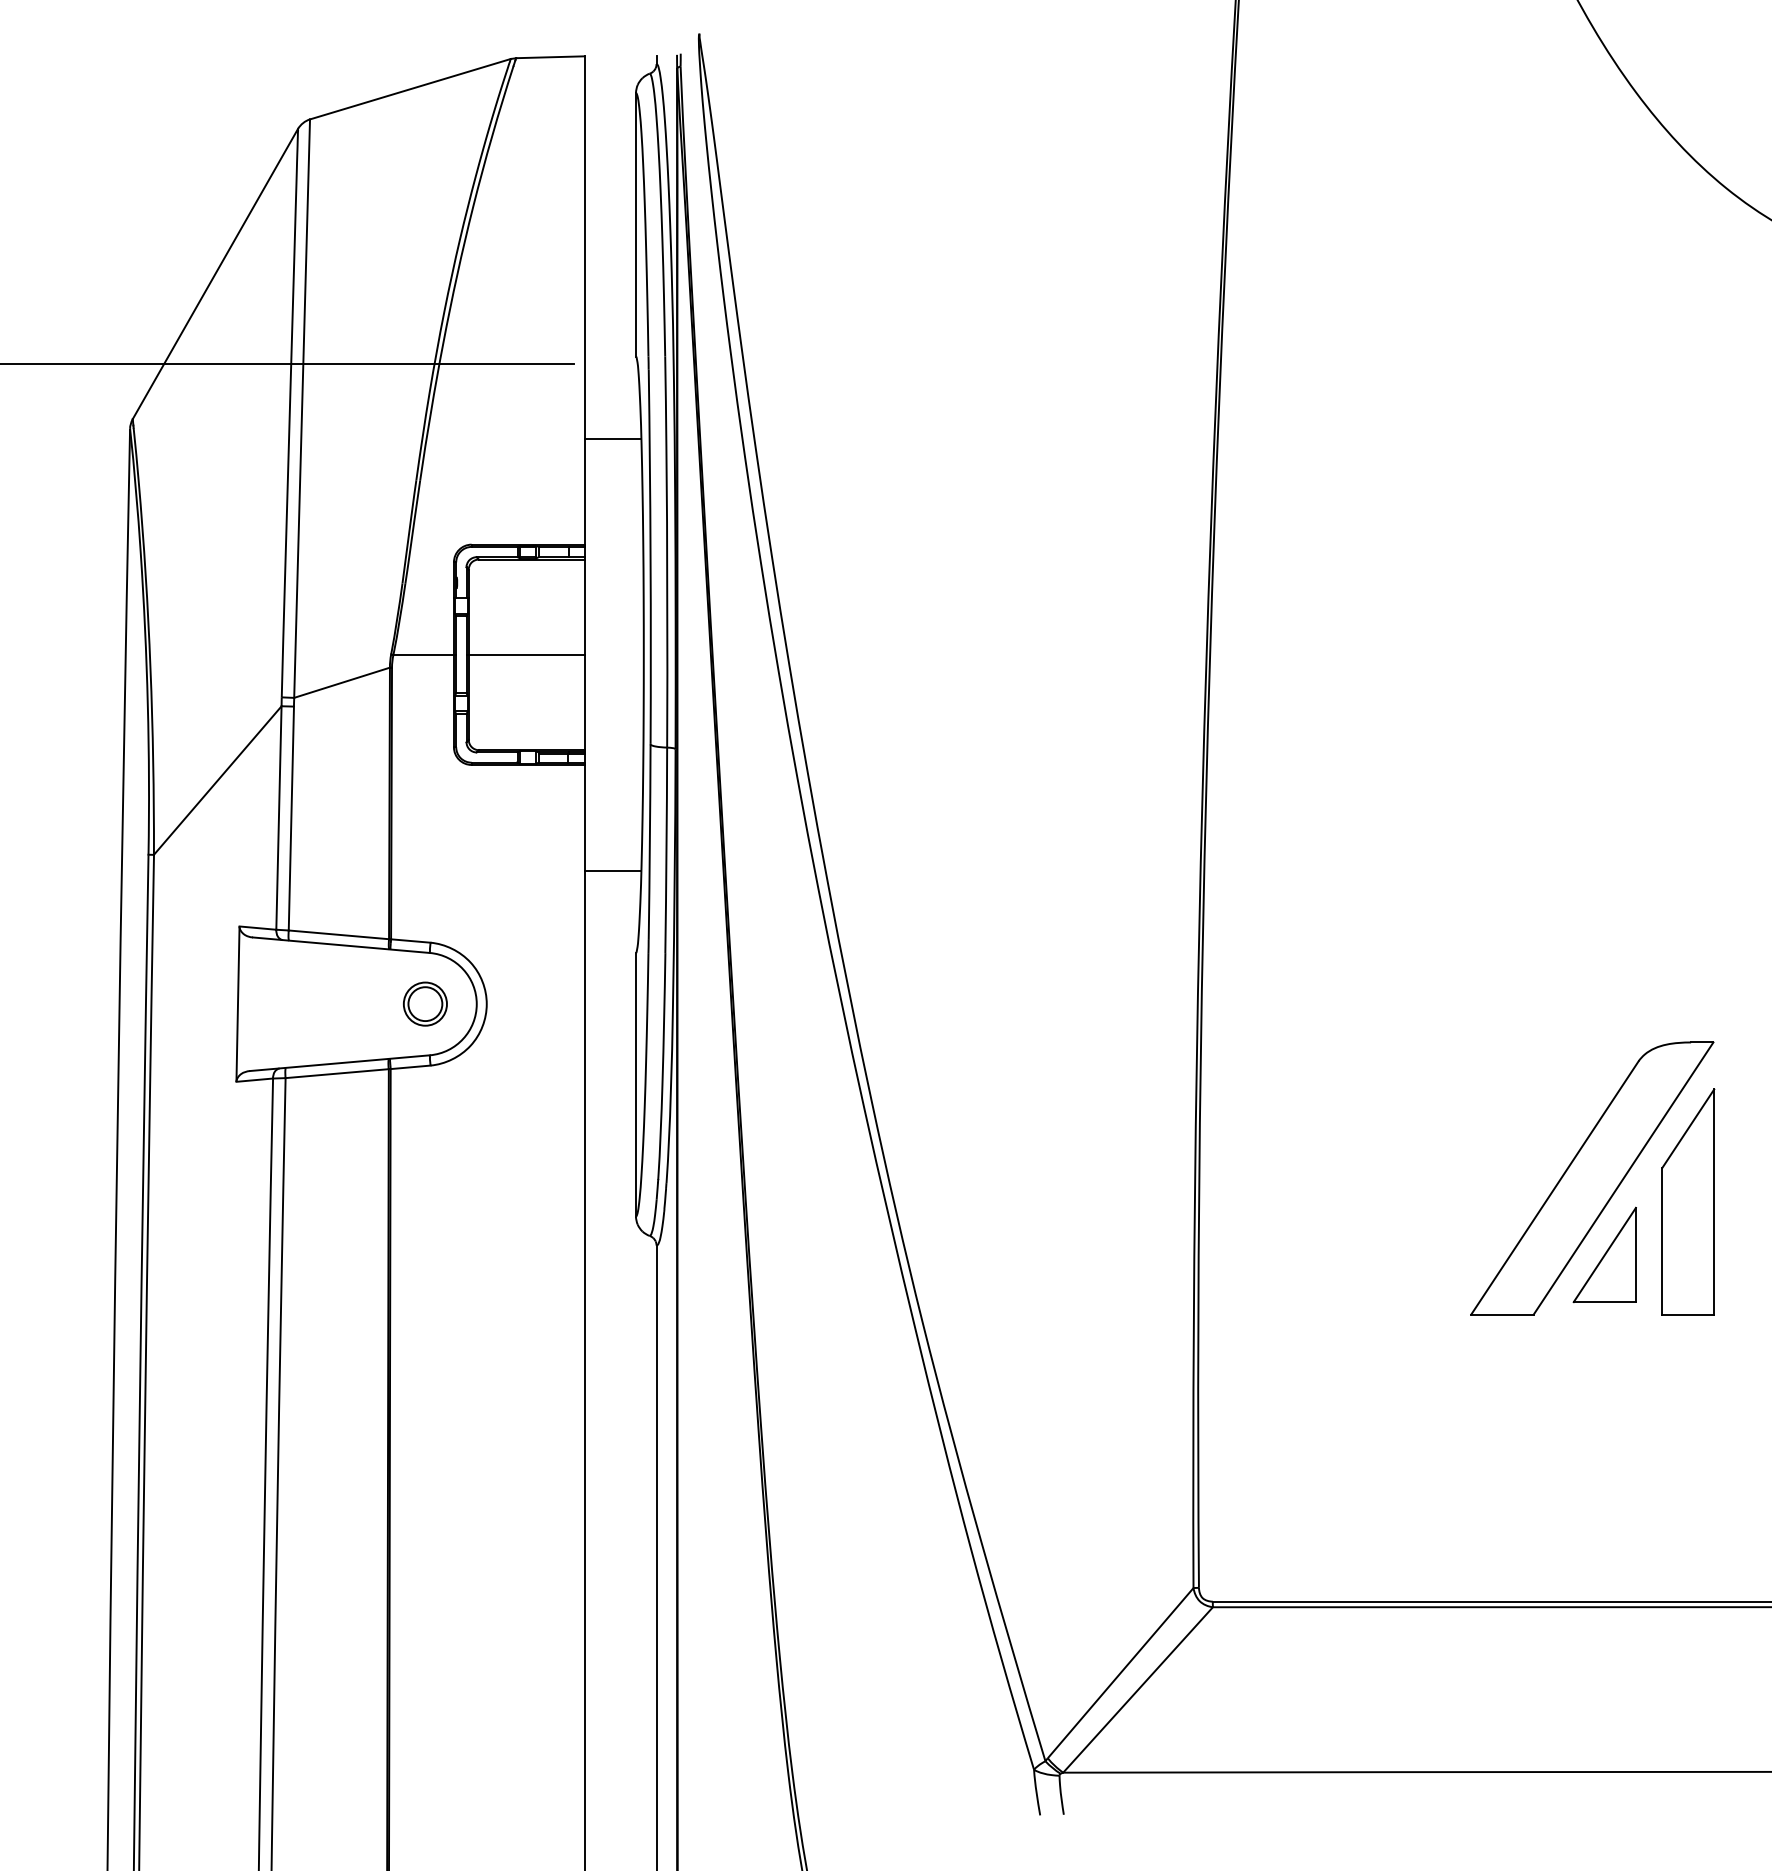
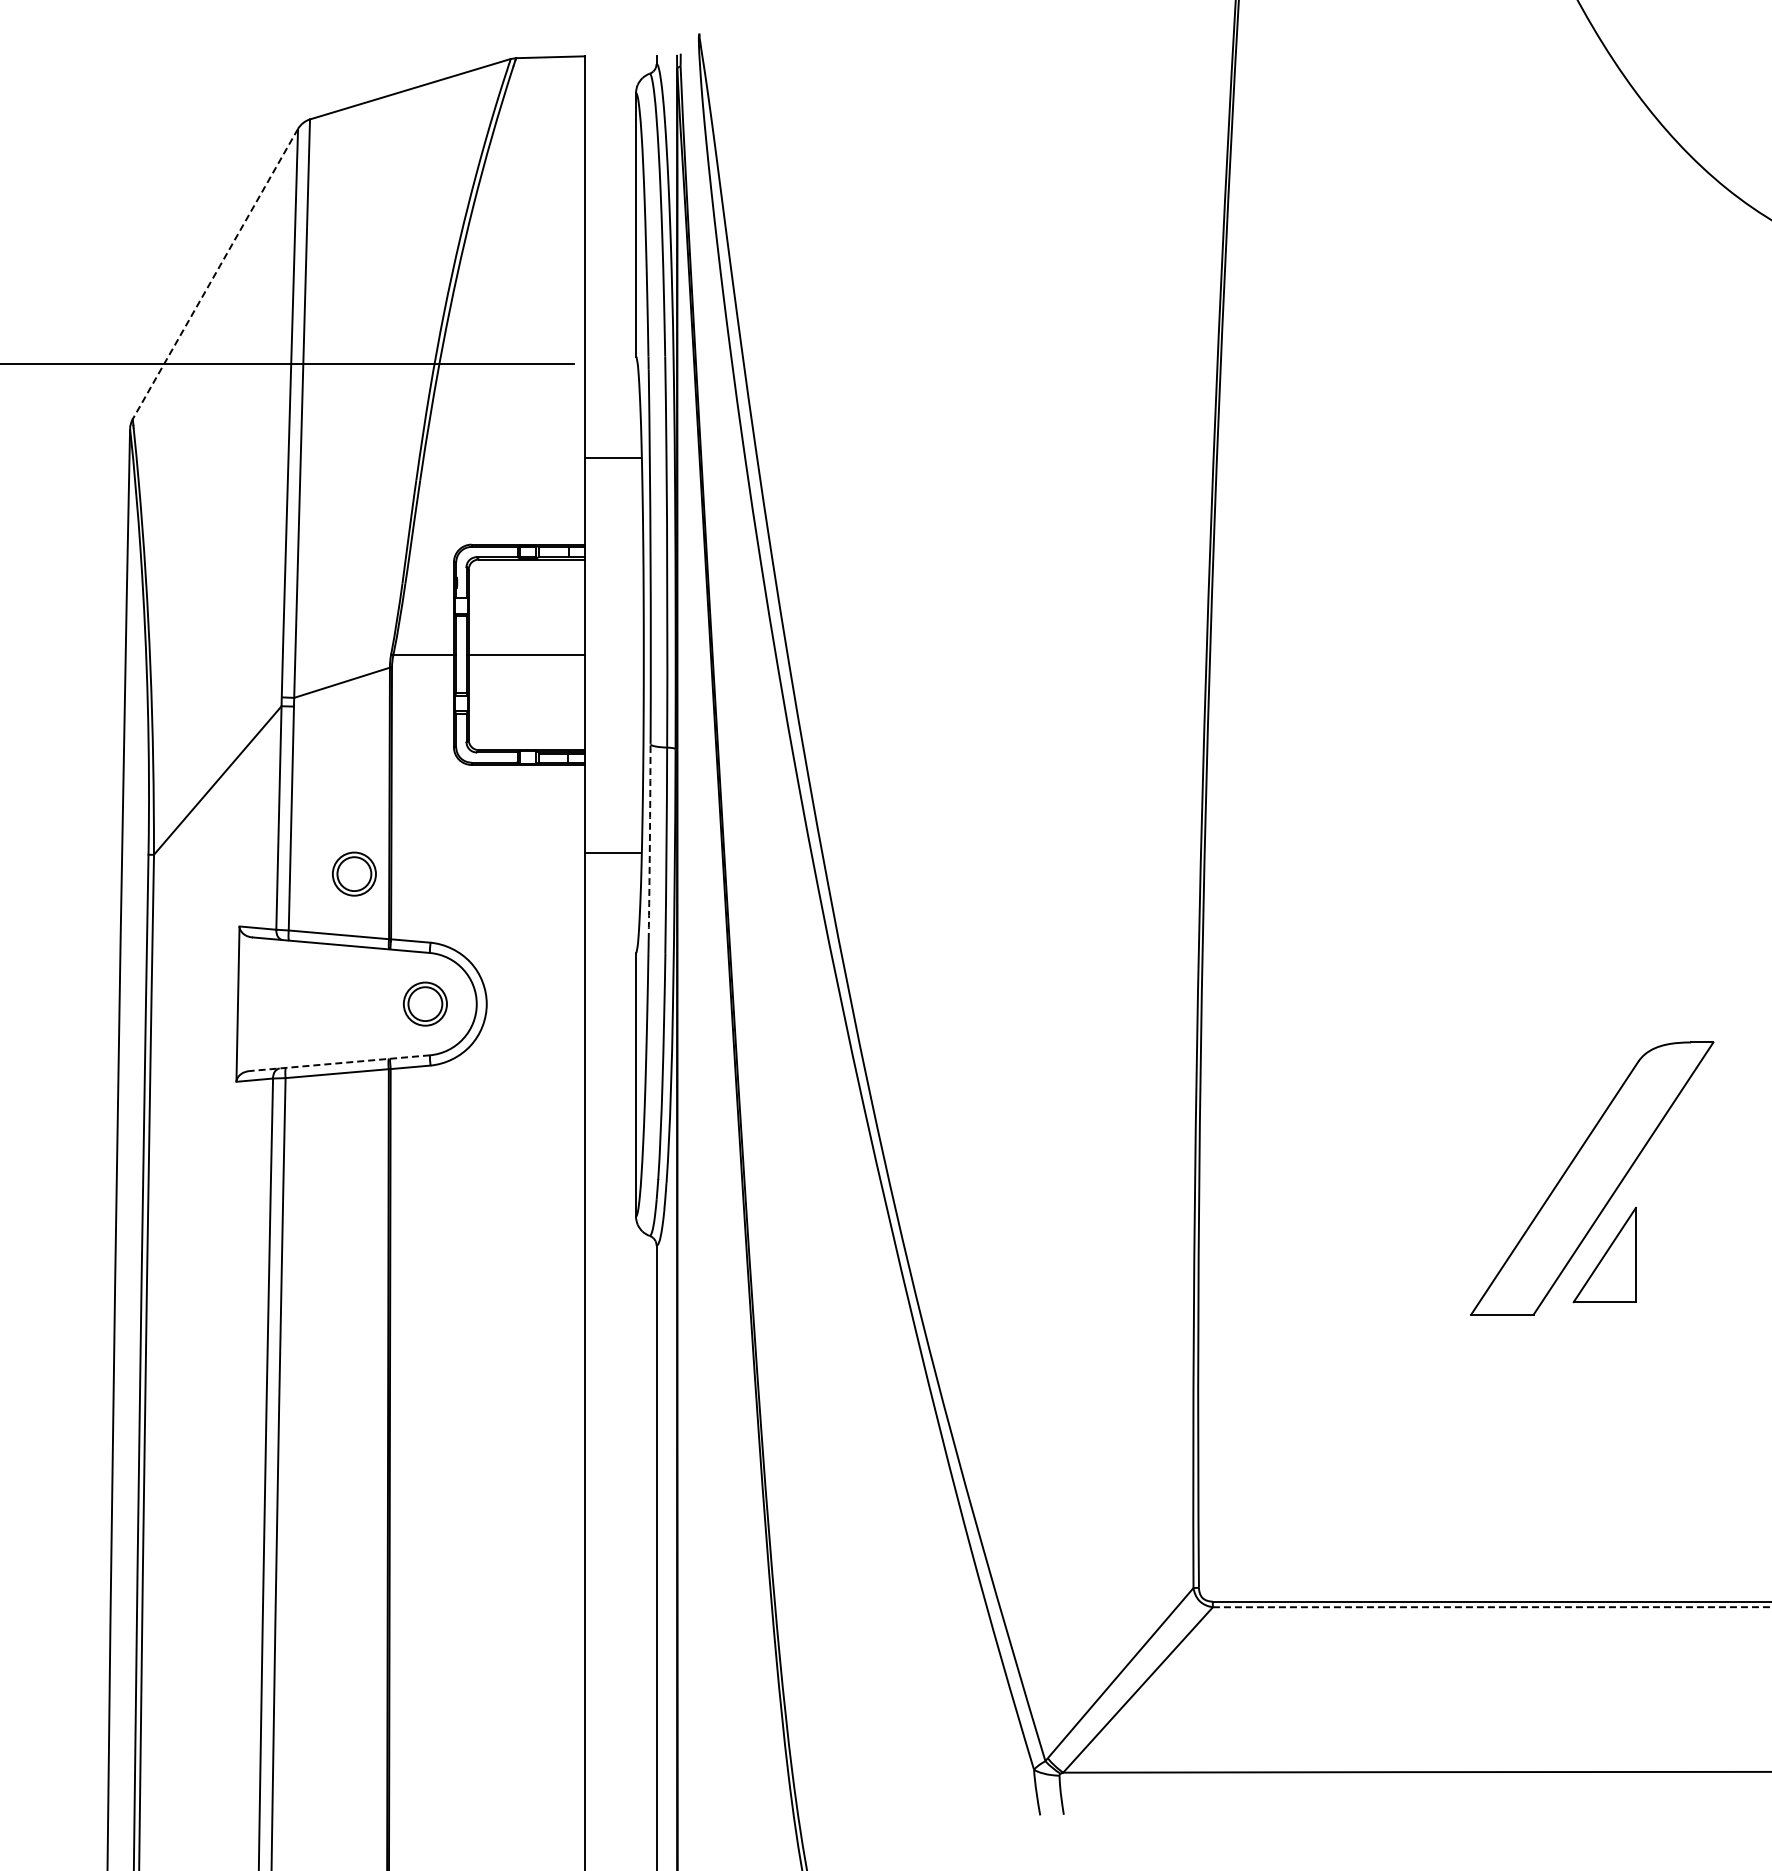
line at (215, 274): solid -> dashed
line at (612, 439) position: (612, 439) -> (612, 458)
arc at (649, 841): solid -> dashed
line at (612, 870) position: (612, 870) -> (612, 852)
part at (354, 873): none -> present
line at (339, 1063): solid -> dashed
part at (1688, 1201): present -> none
line at (1492, 1607): solid -> dashed
